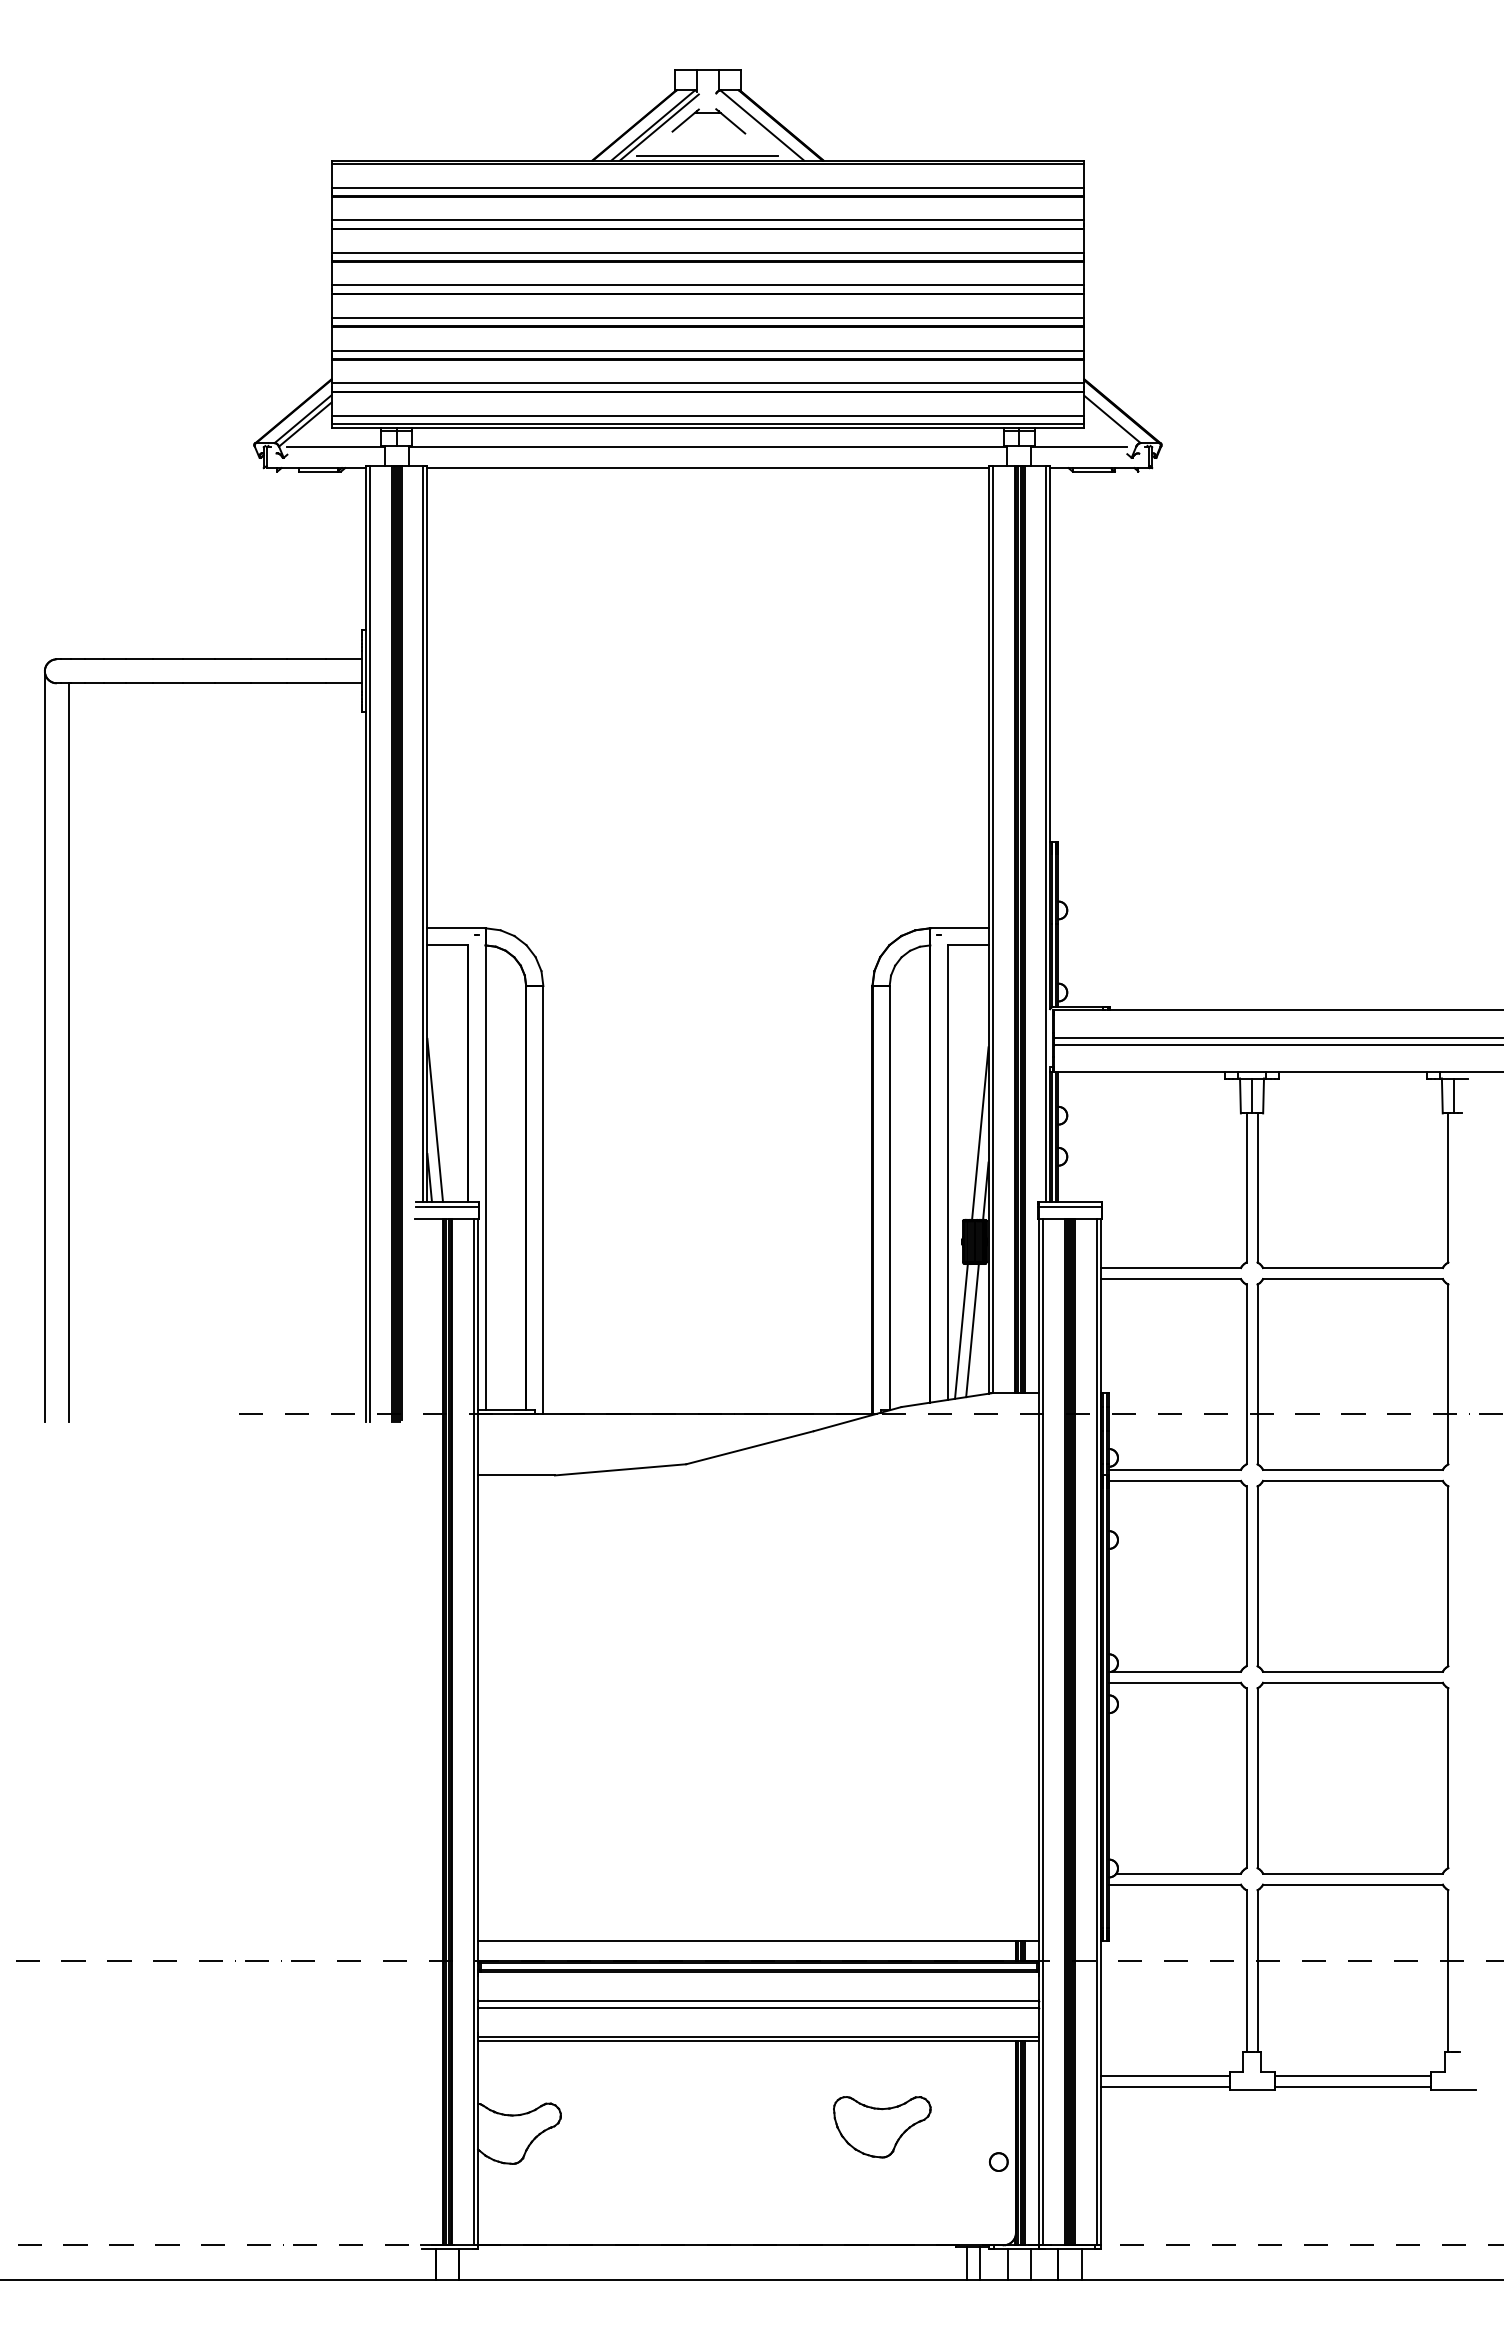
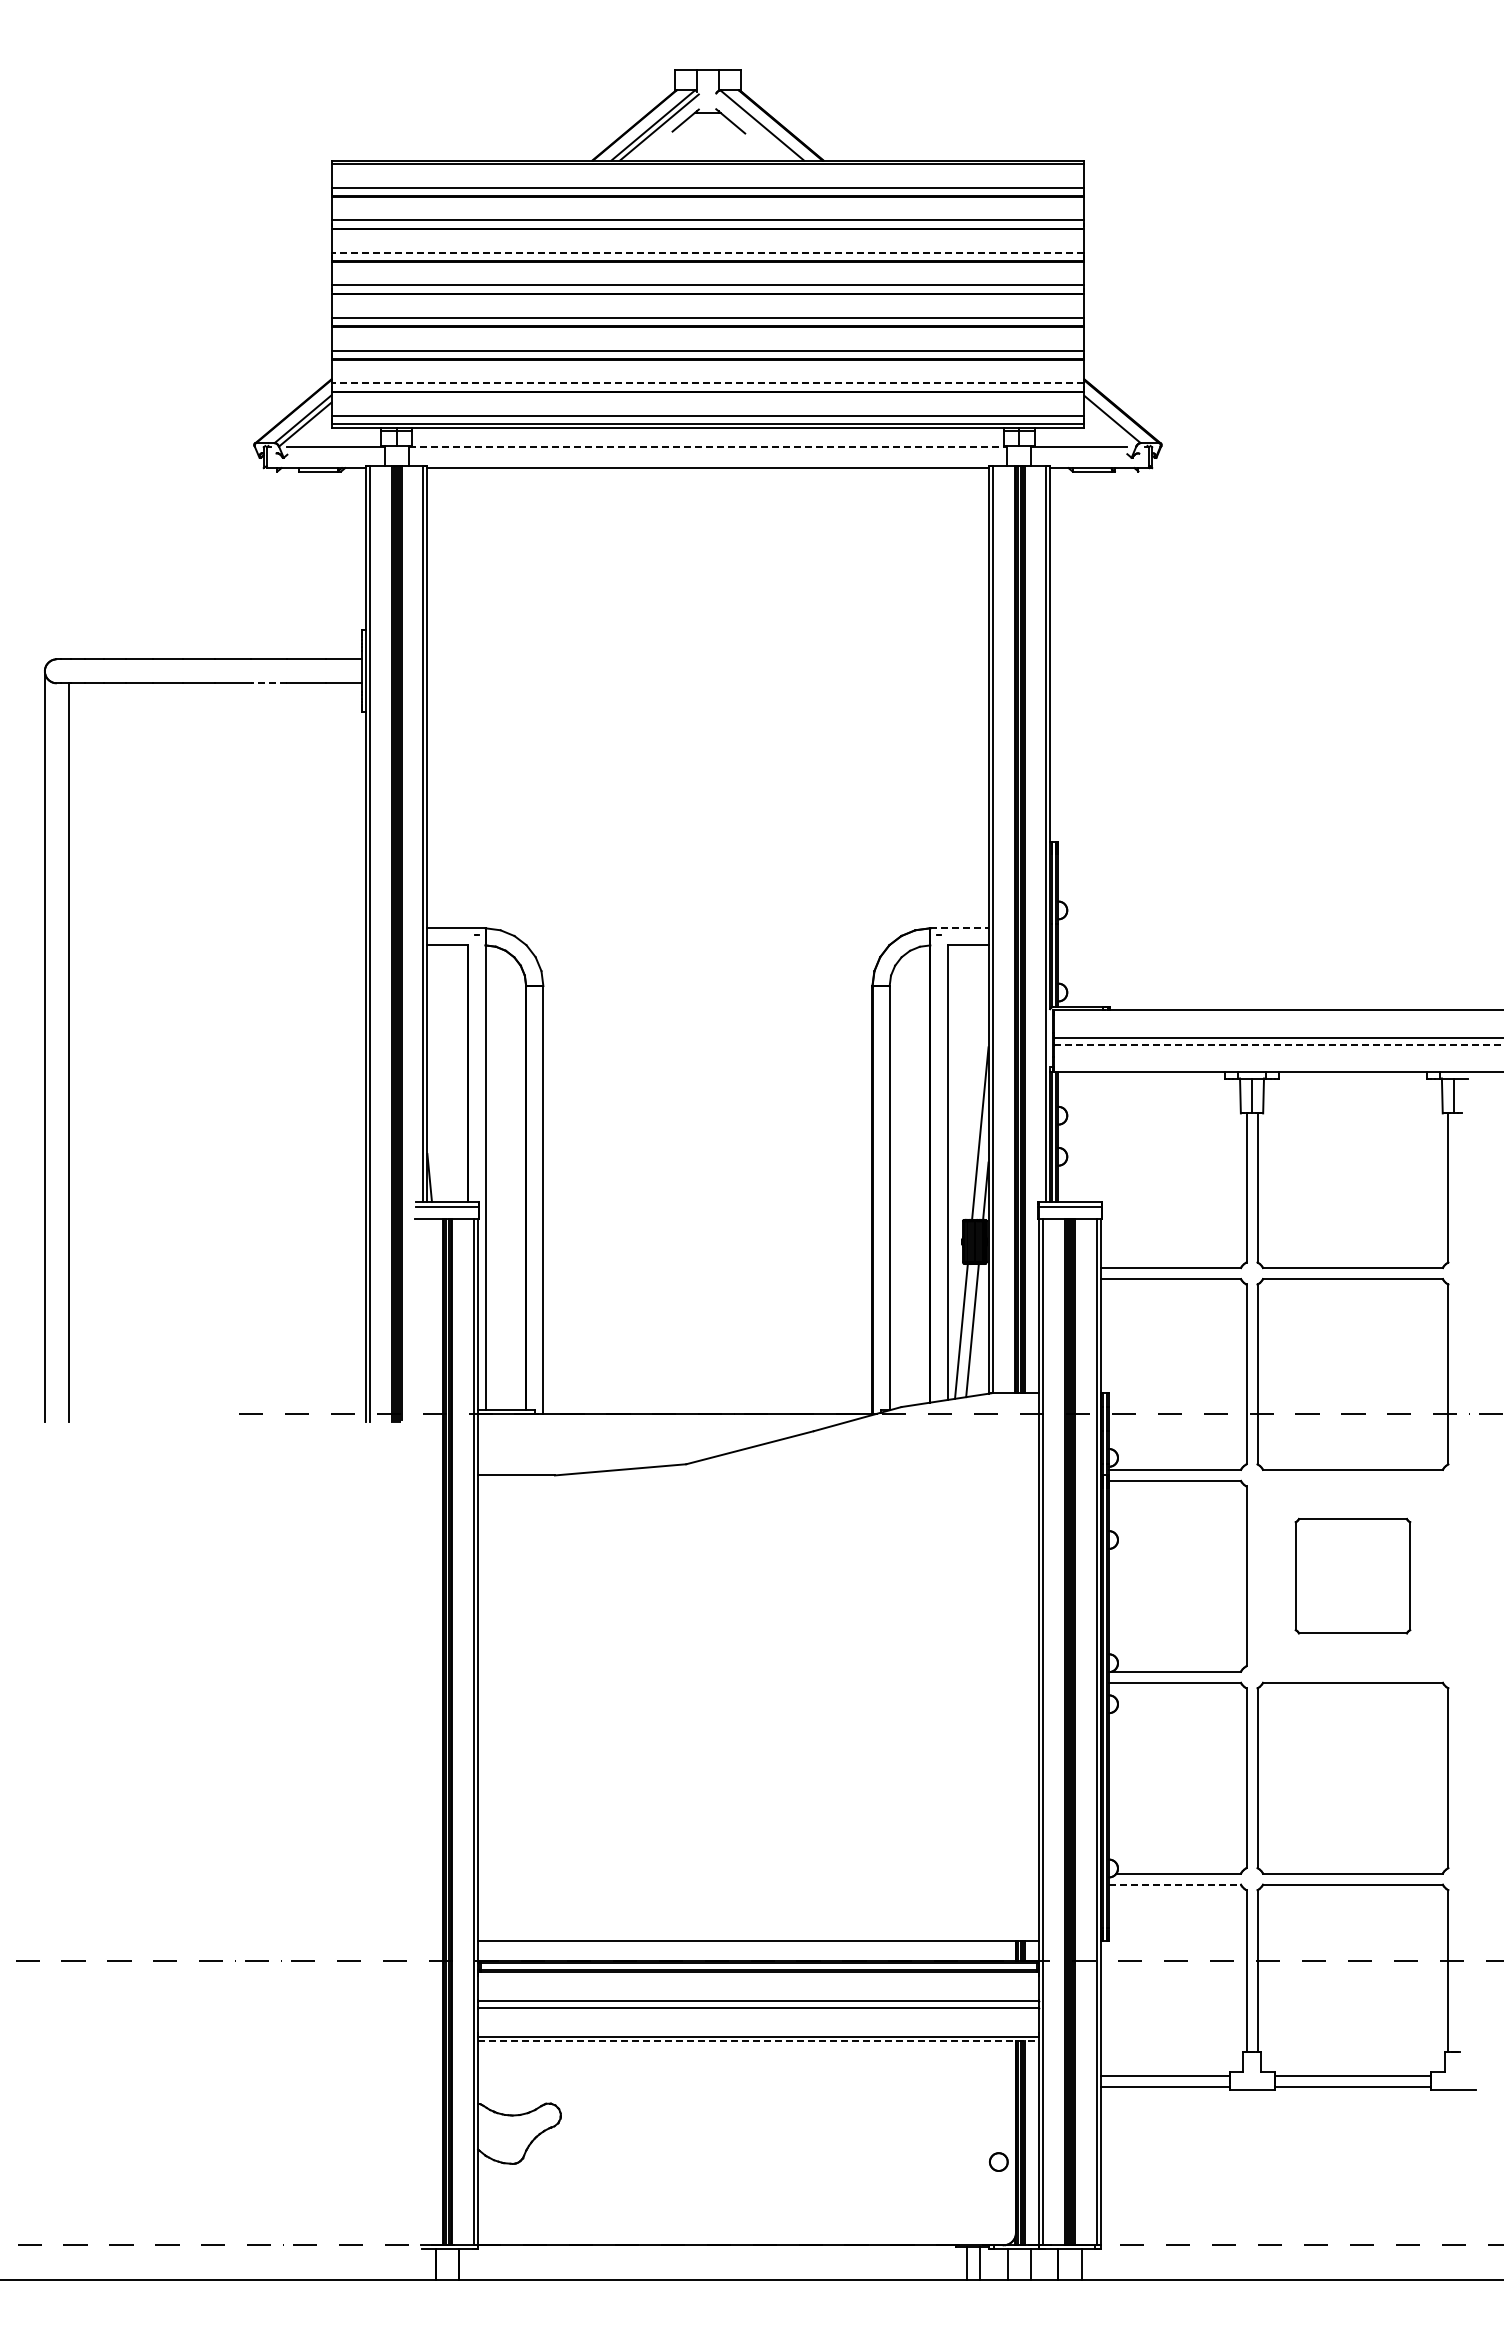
line at (707, 156): present -> none
line at (707, 252): solid -> dashed
line at (707, 383): solid -> dashed
line at (708, 447): solid -> dashed
line at (268, 683): solid -> dashed
line at (959, 928): solid -> dashed
line at (1278, 1044): solid -> dashed
line at (435, 1119): present -> none
part at (1352, 1575) size: 194x194 px -> 118x118 px
line at (1175, 1884): solid -> dashed
line at (758, 2041): solid -> dashed
part at (882, 2127): present -> none
